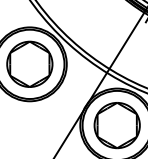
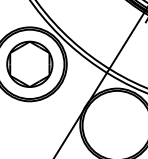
part at (116, 125): present -> none
